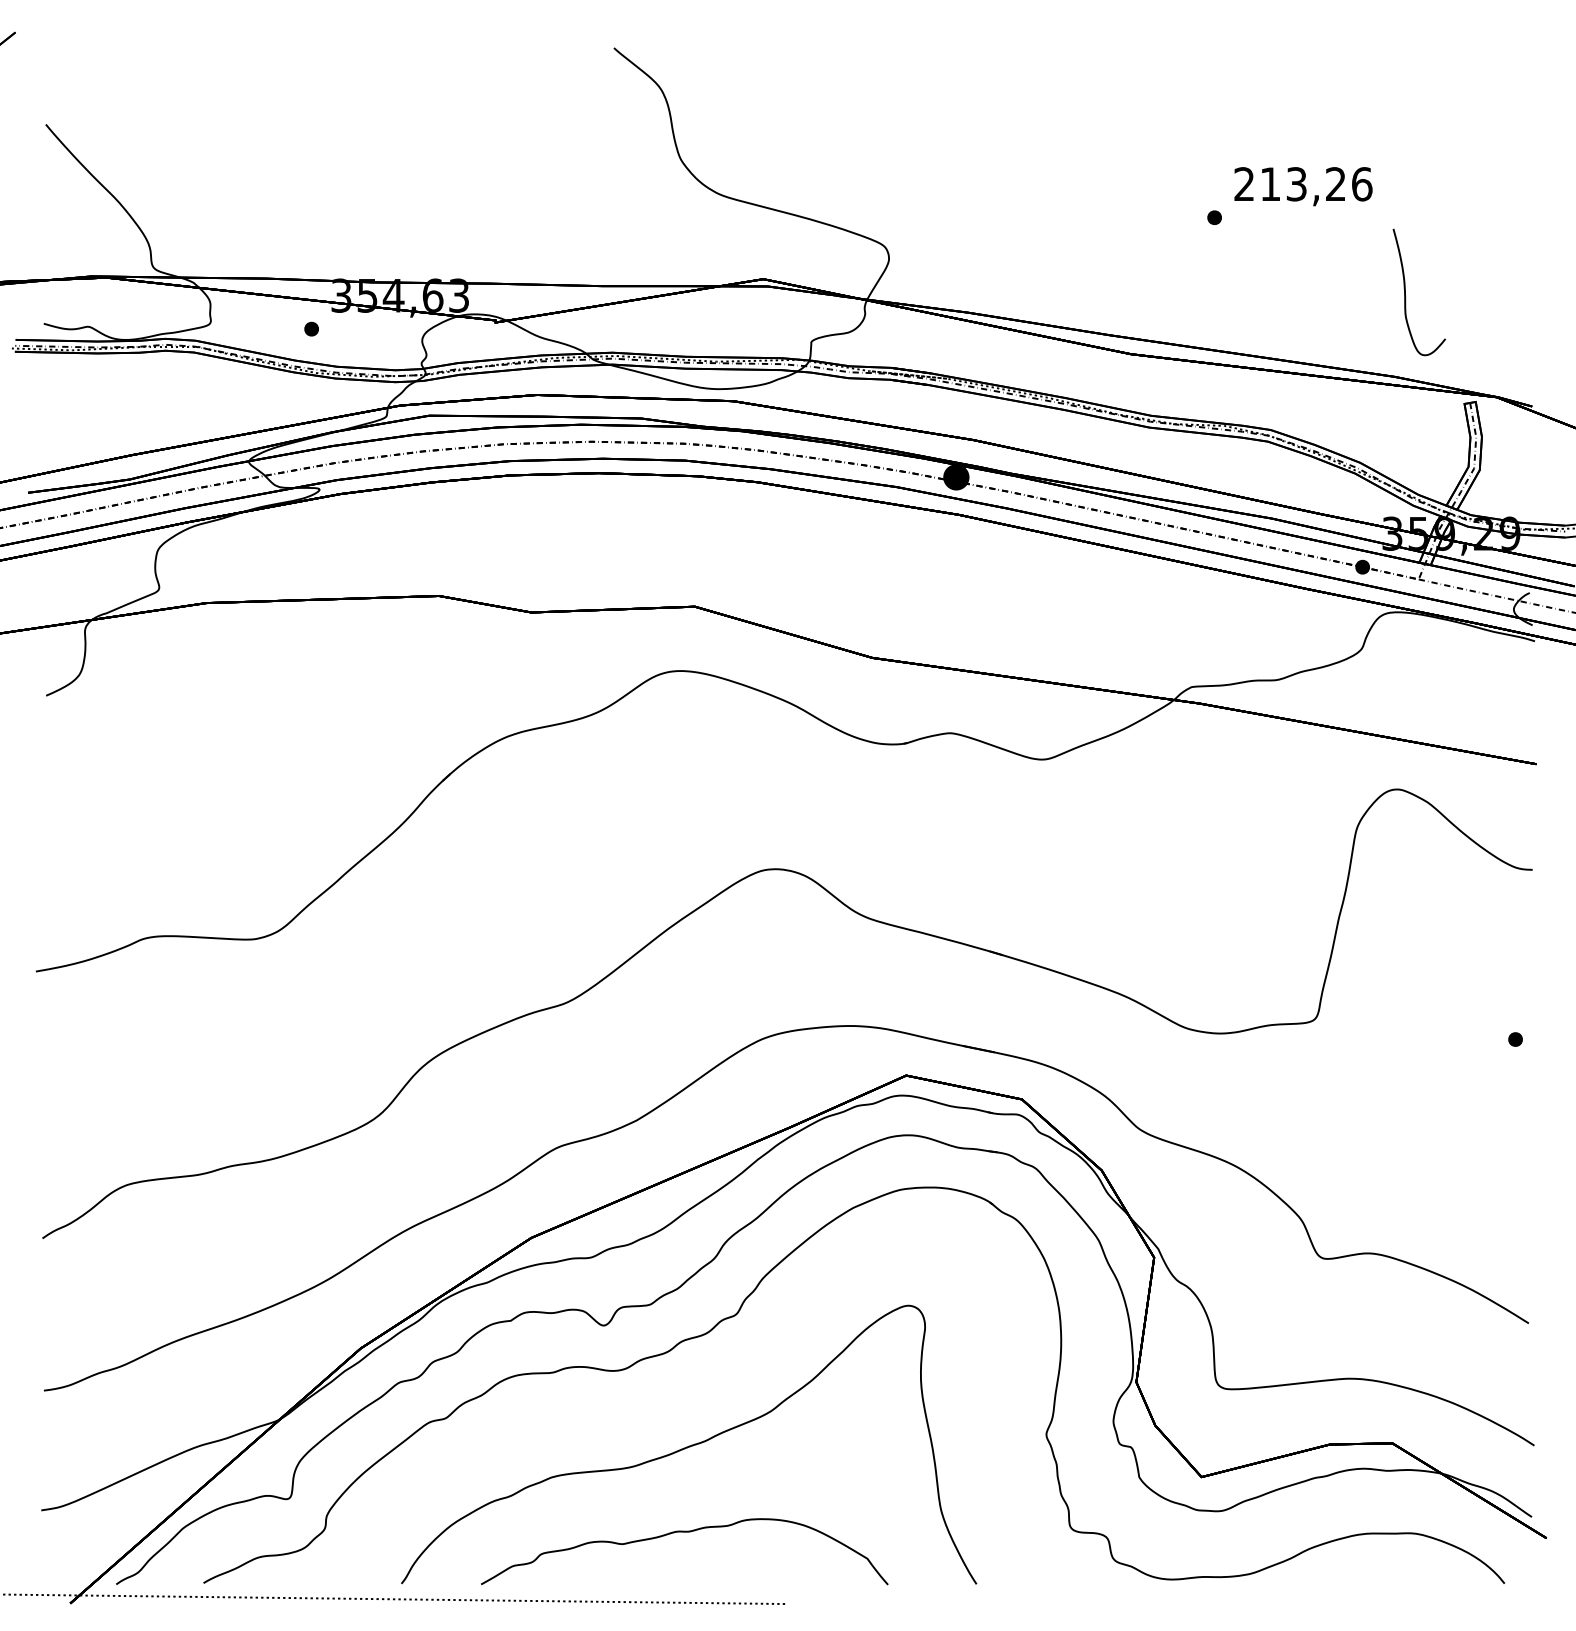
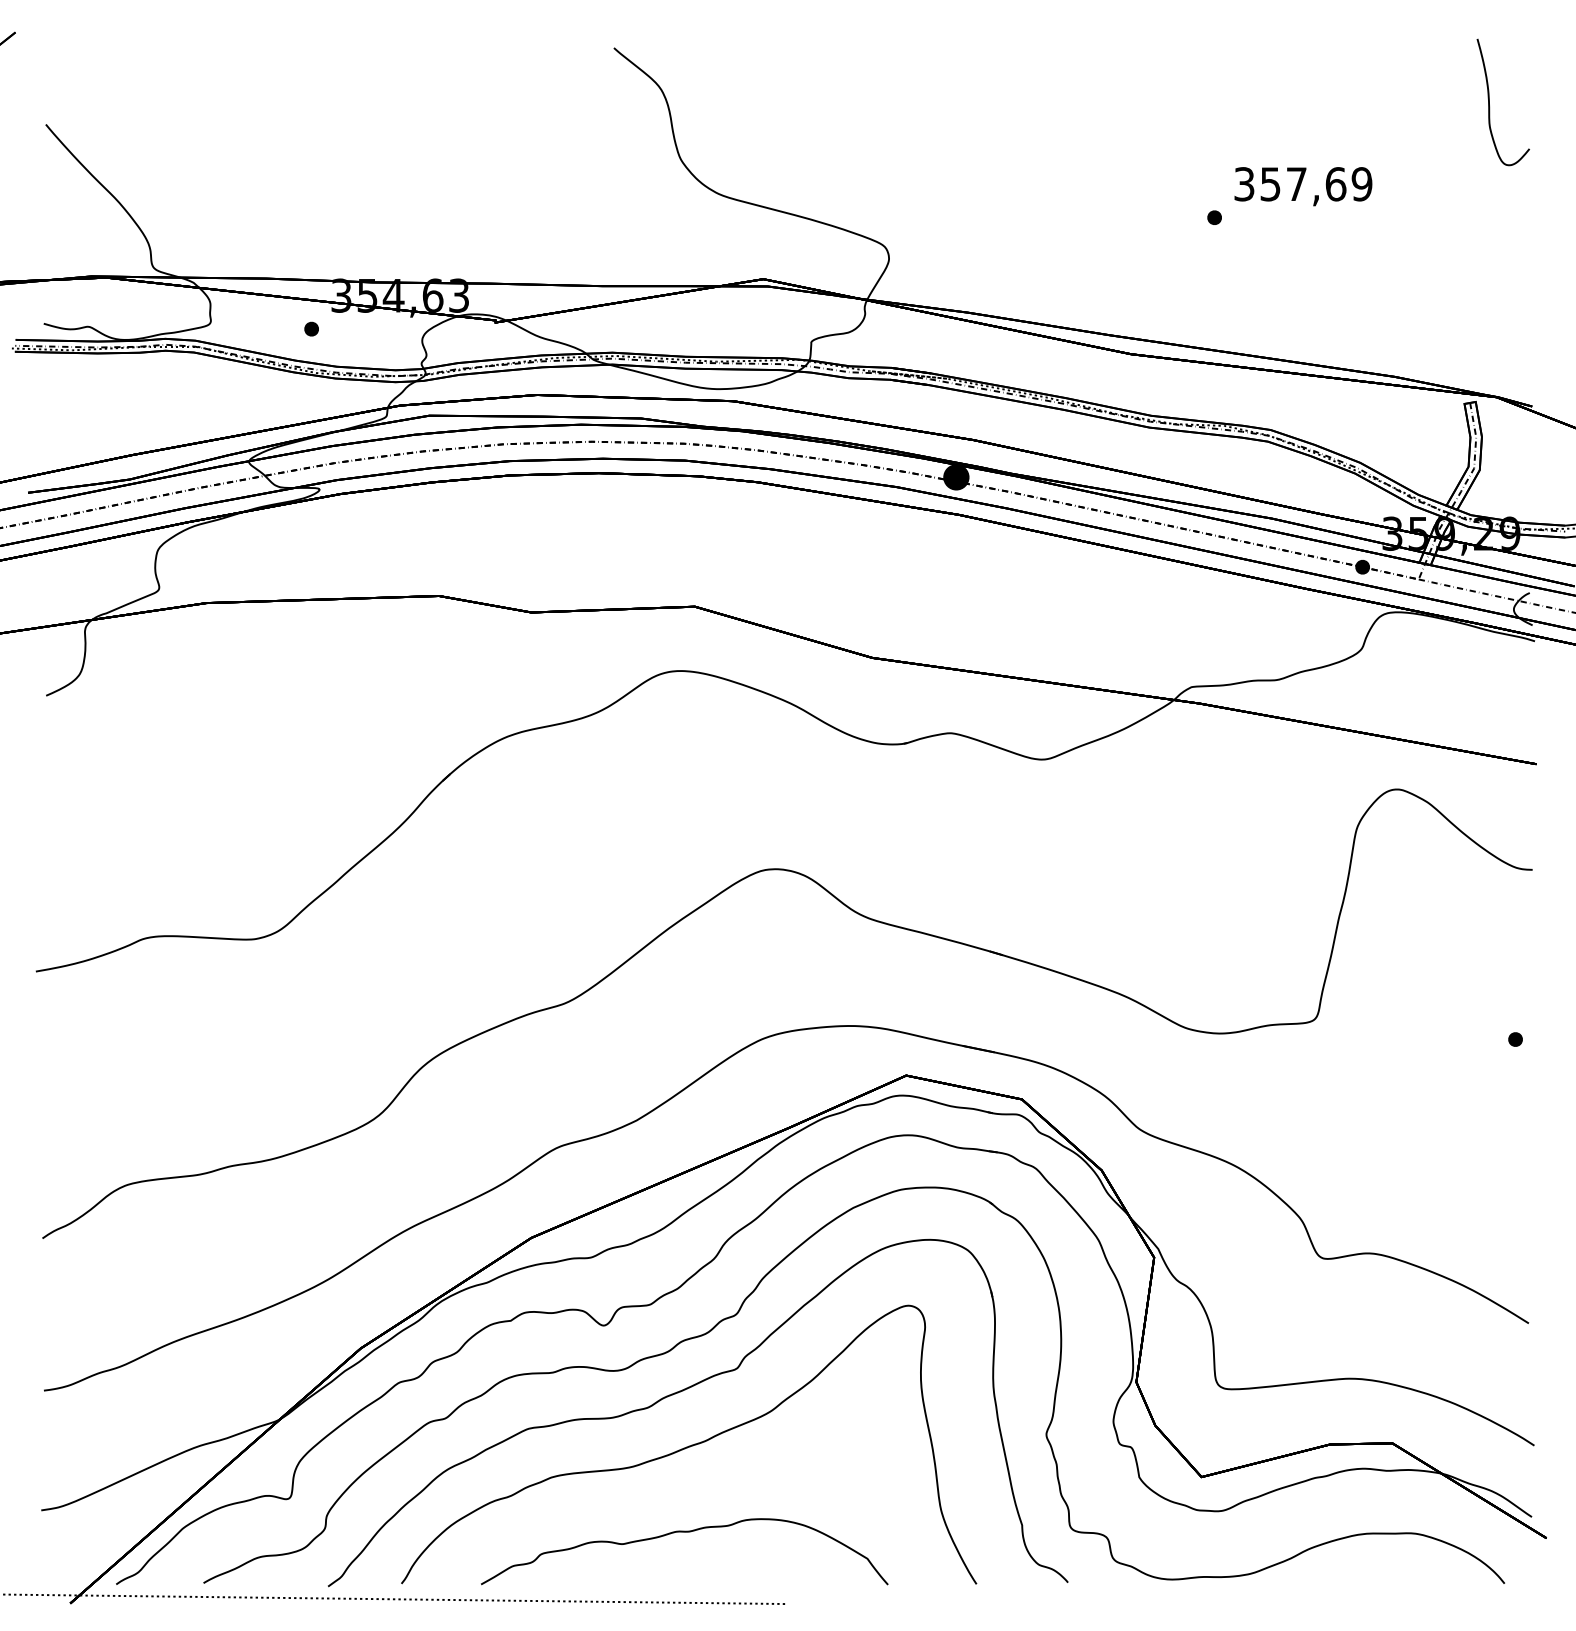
text at (1303, 184): 213,26 -> 357,69
curve at (1405, 292) position: (1405, 292) -> (1489, 102)
part at (687, 1389): none -> present
